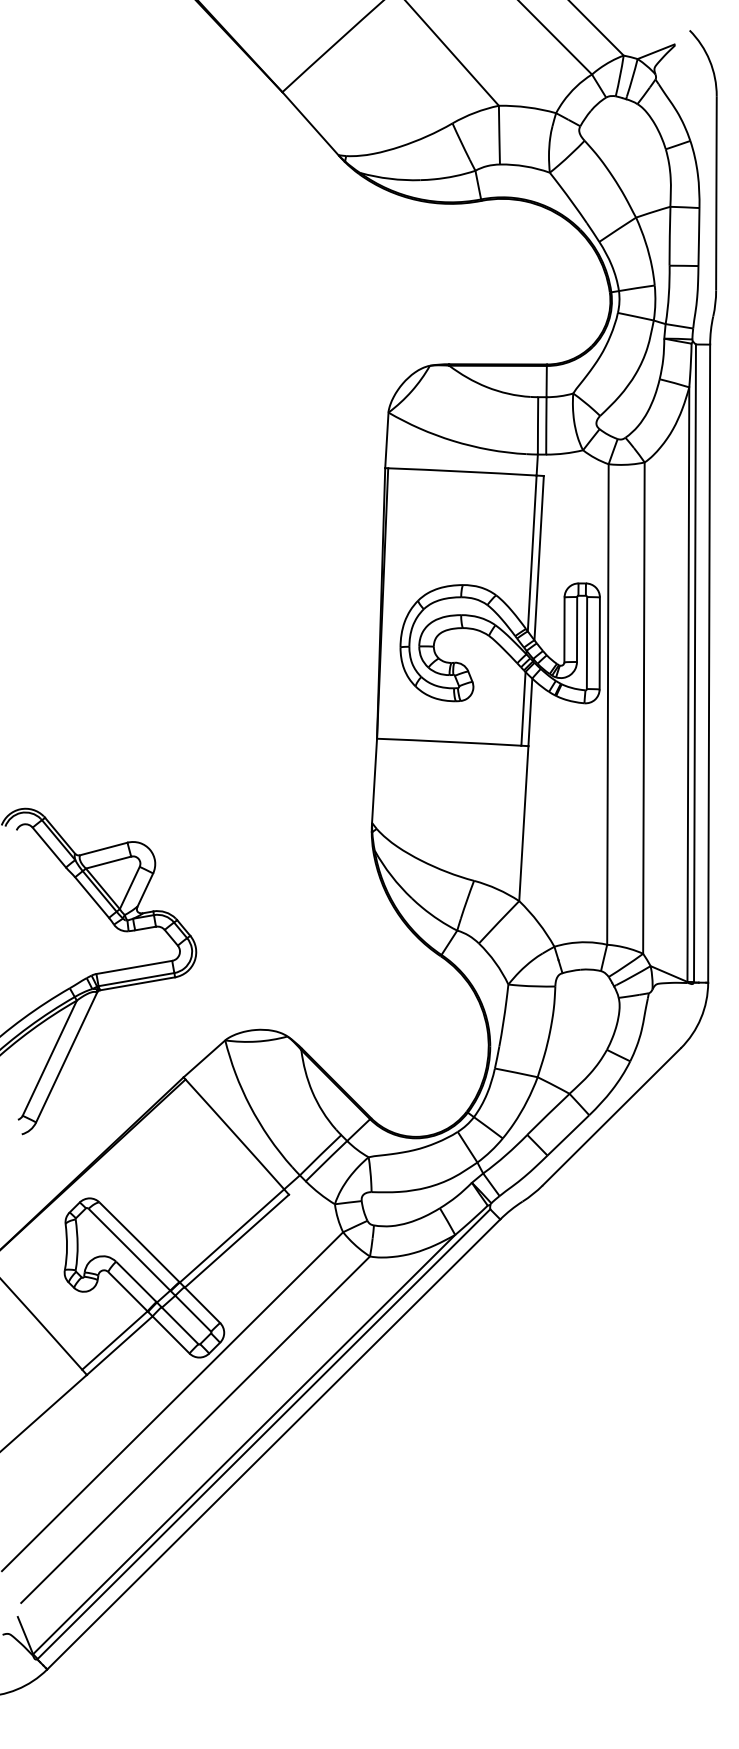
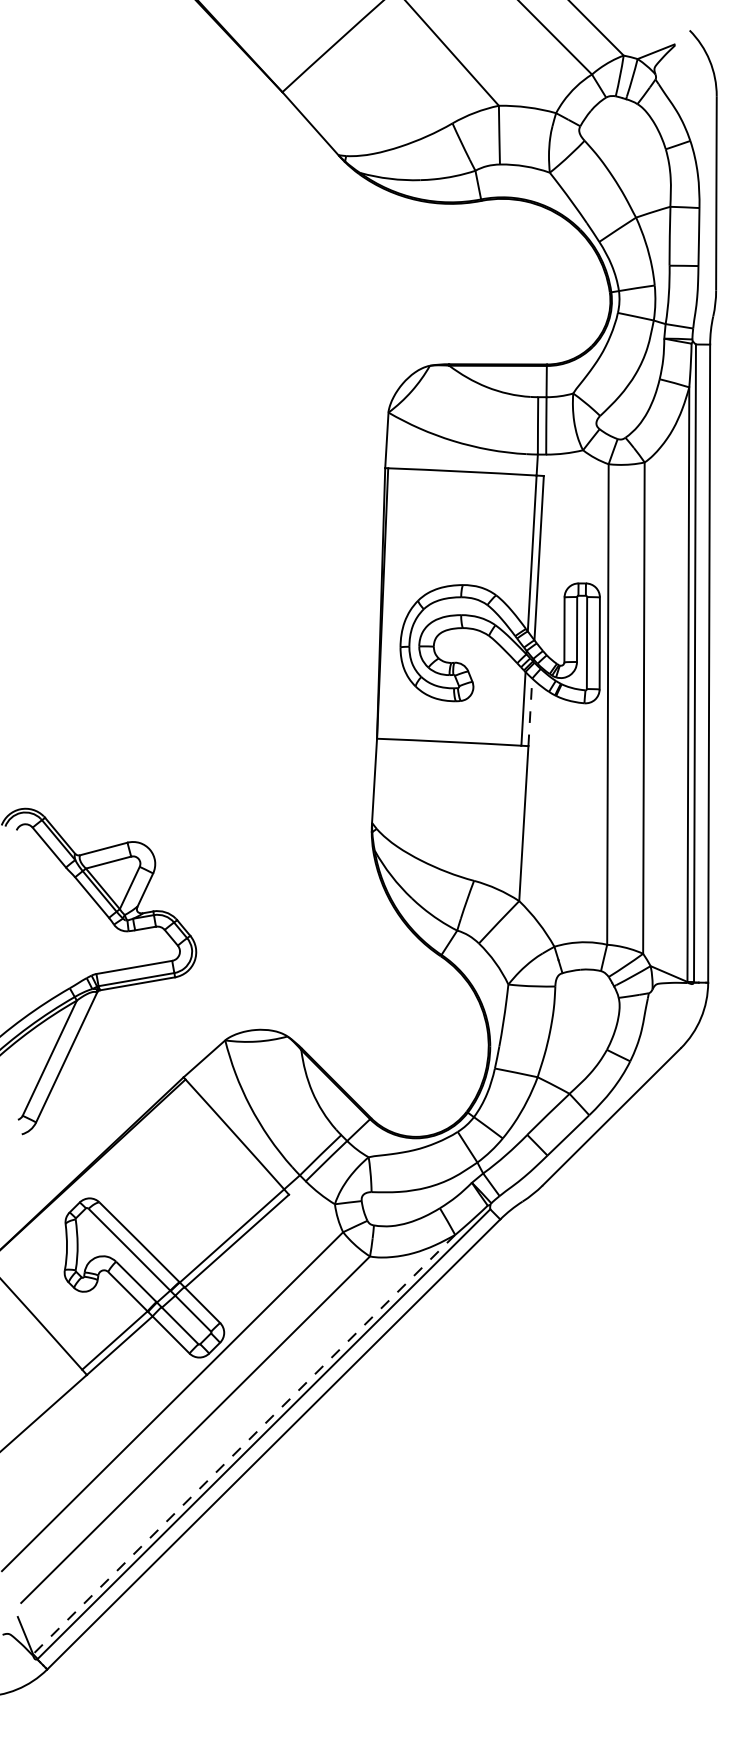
line at (530, 712): solid -> dashed
line at (243, 1444): solid -> dashed
